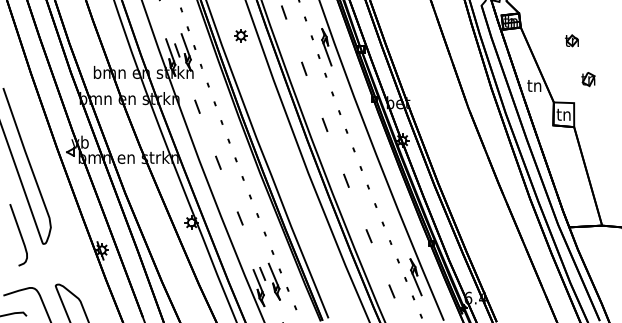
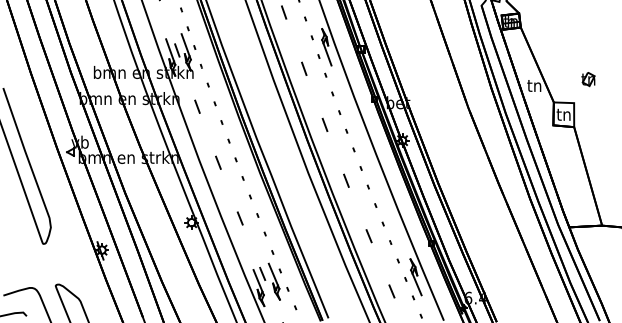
part at (240, 35): present -> none
part at (571, 40): present -> none
curve at (19, 234): present -> none
